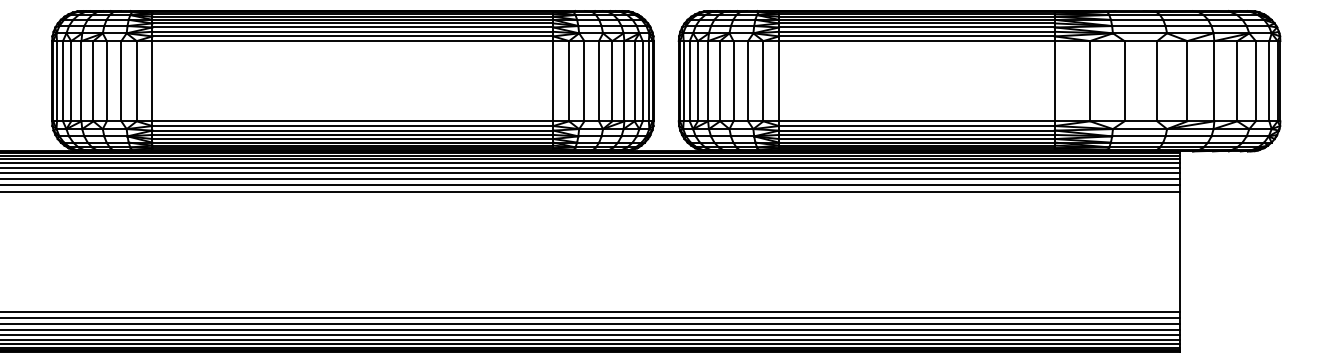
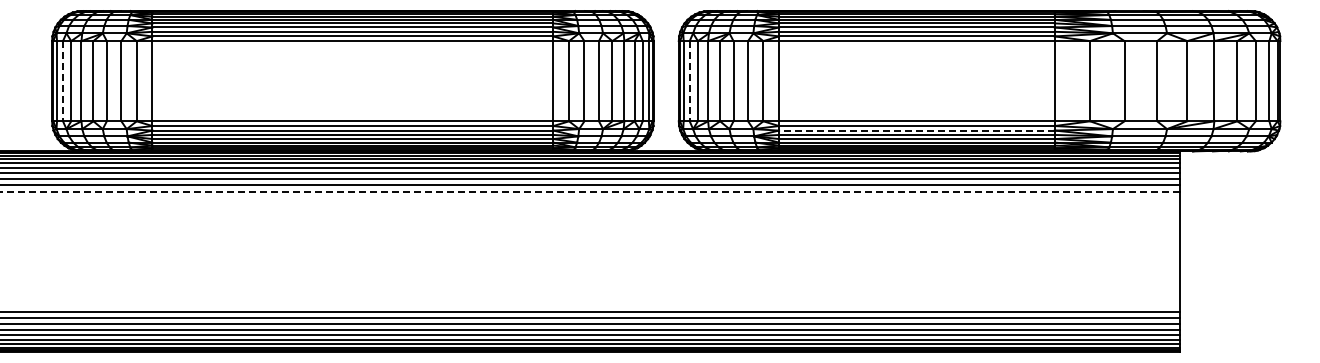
line at (63, 81): solid -> dashed
line at (689, 81): solid -> dashed
line at (916, 130): solid -> dashed
line at (590, 191): solid -> dashed
